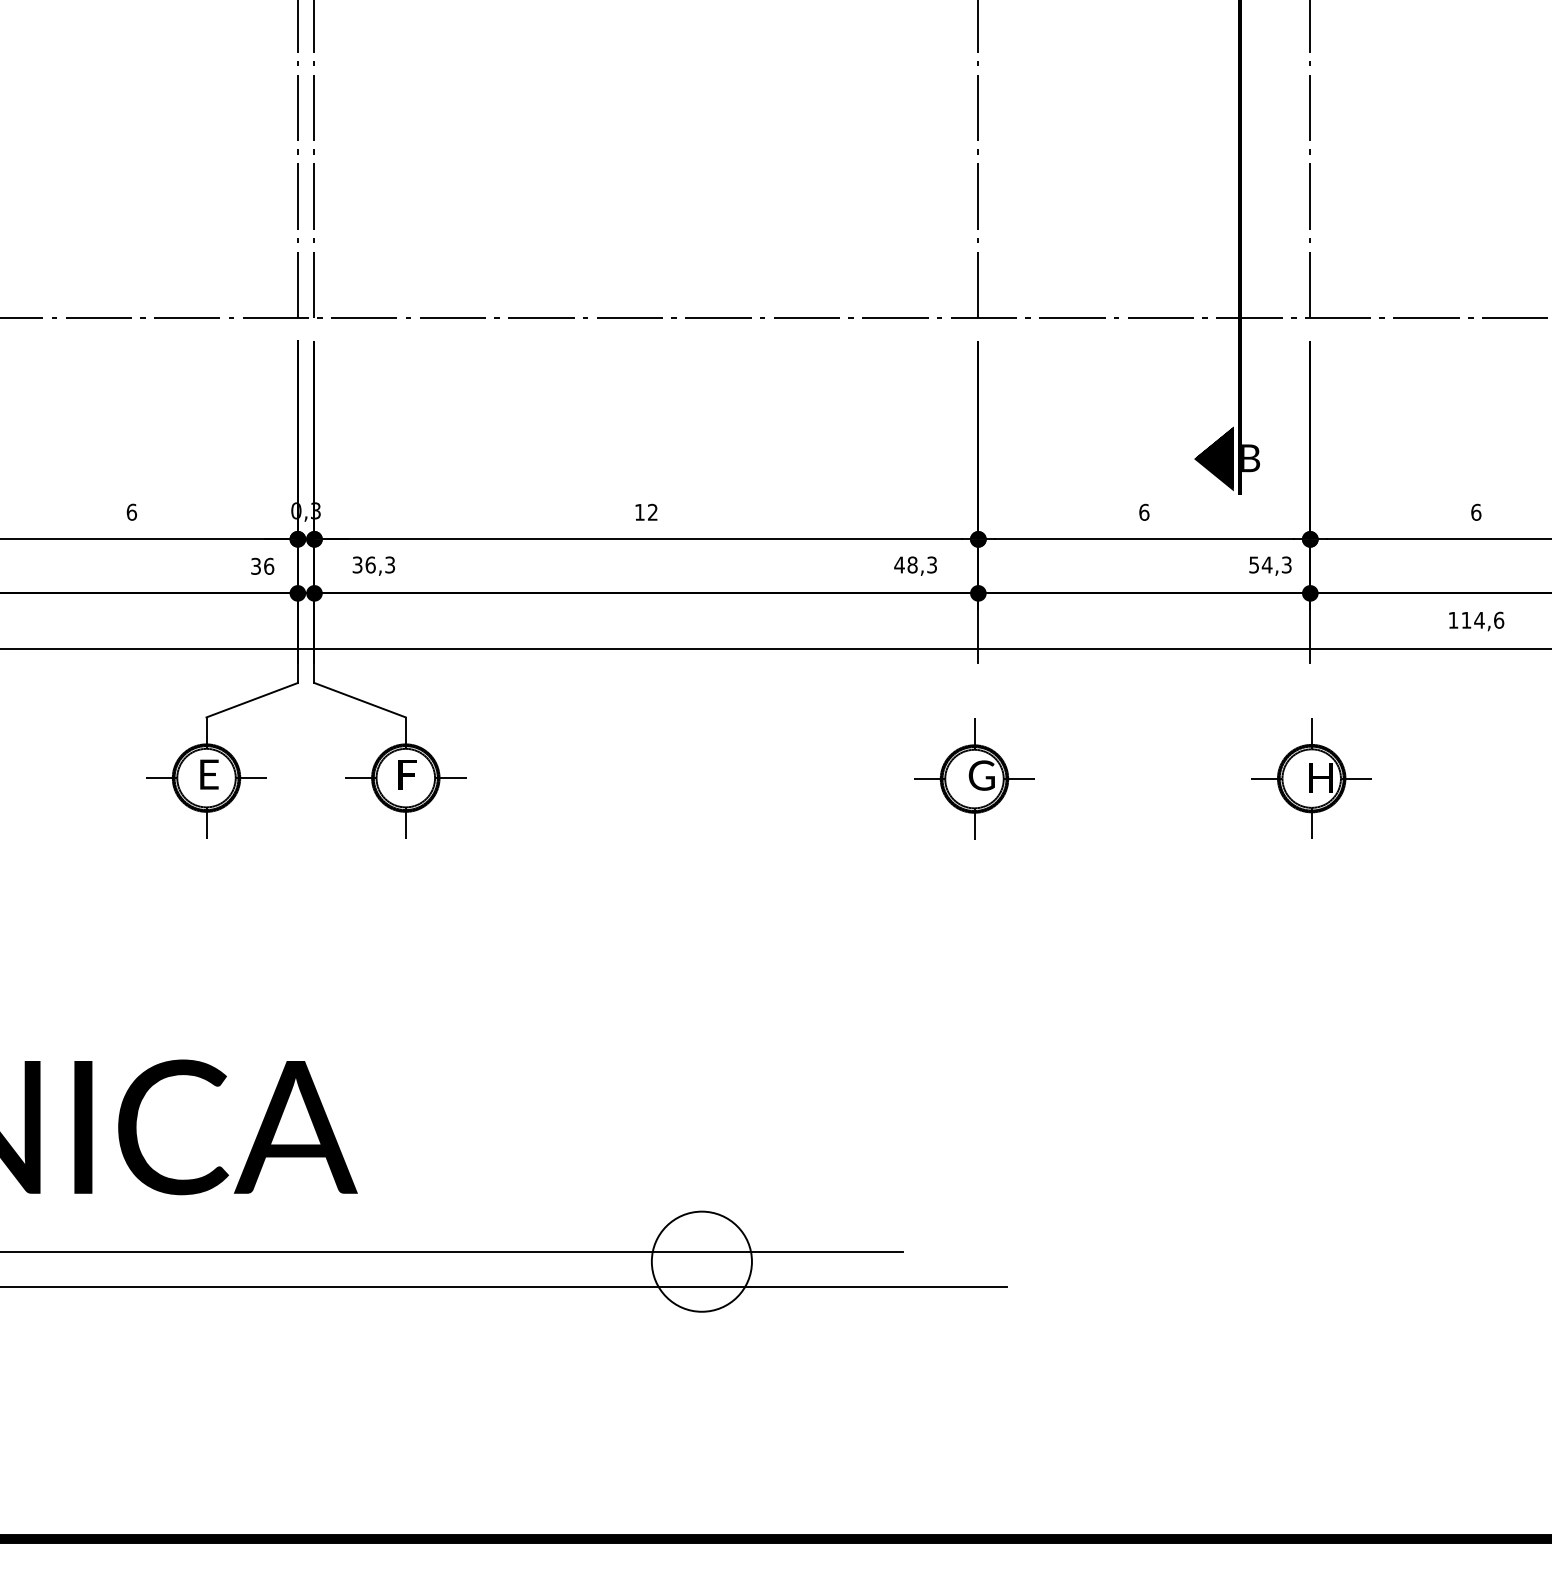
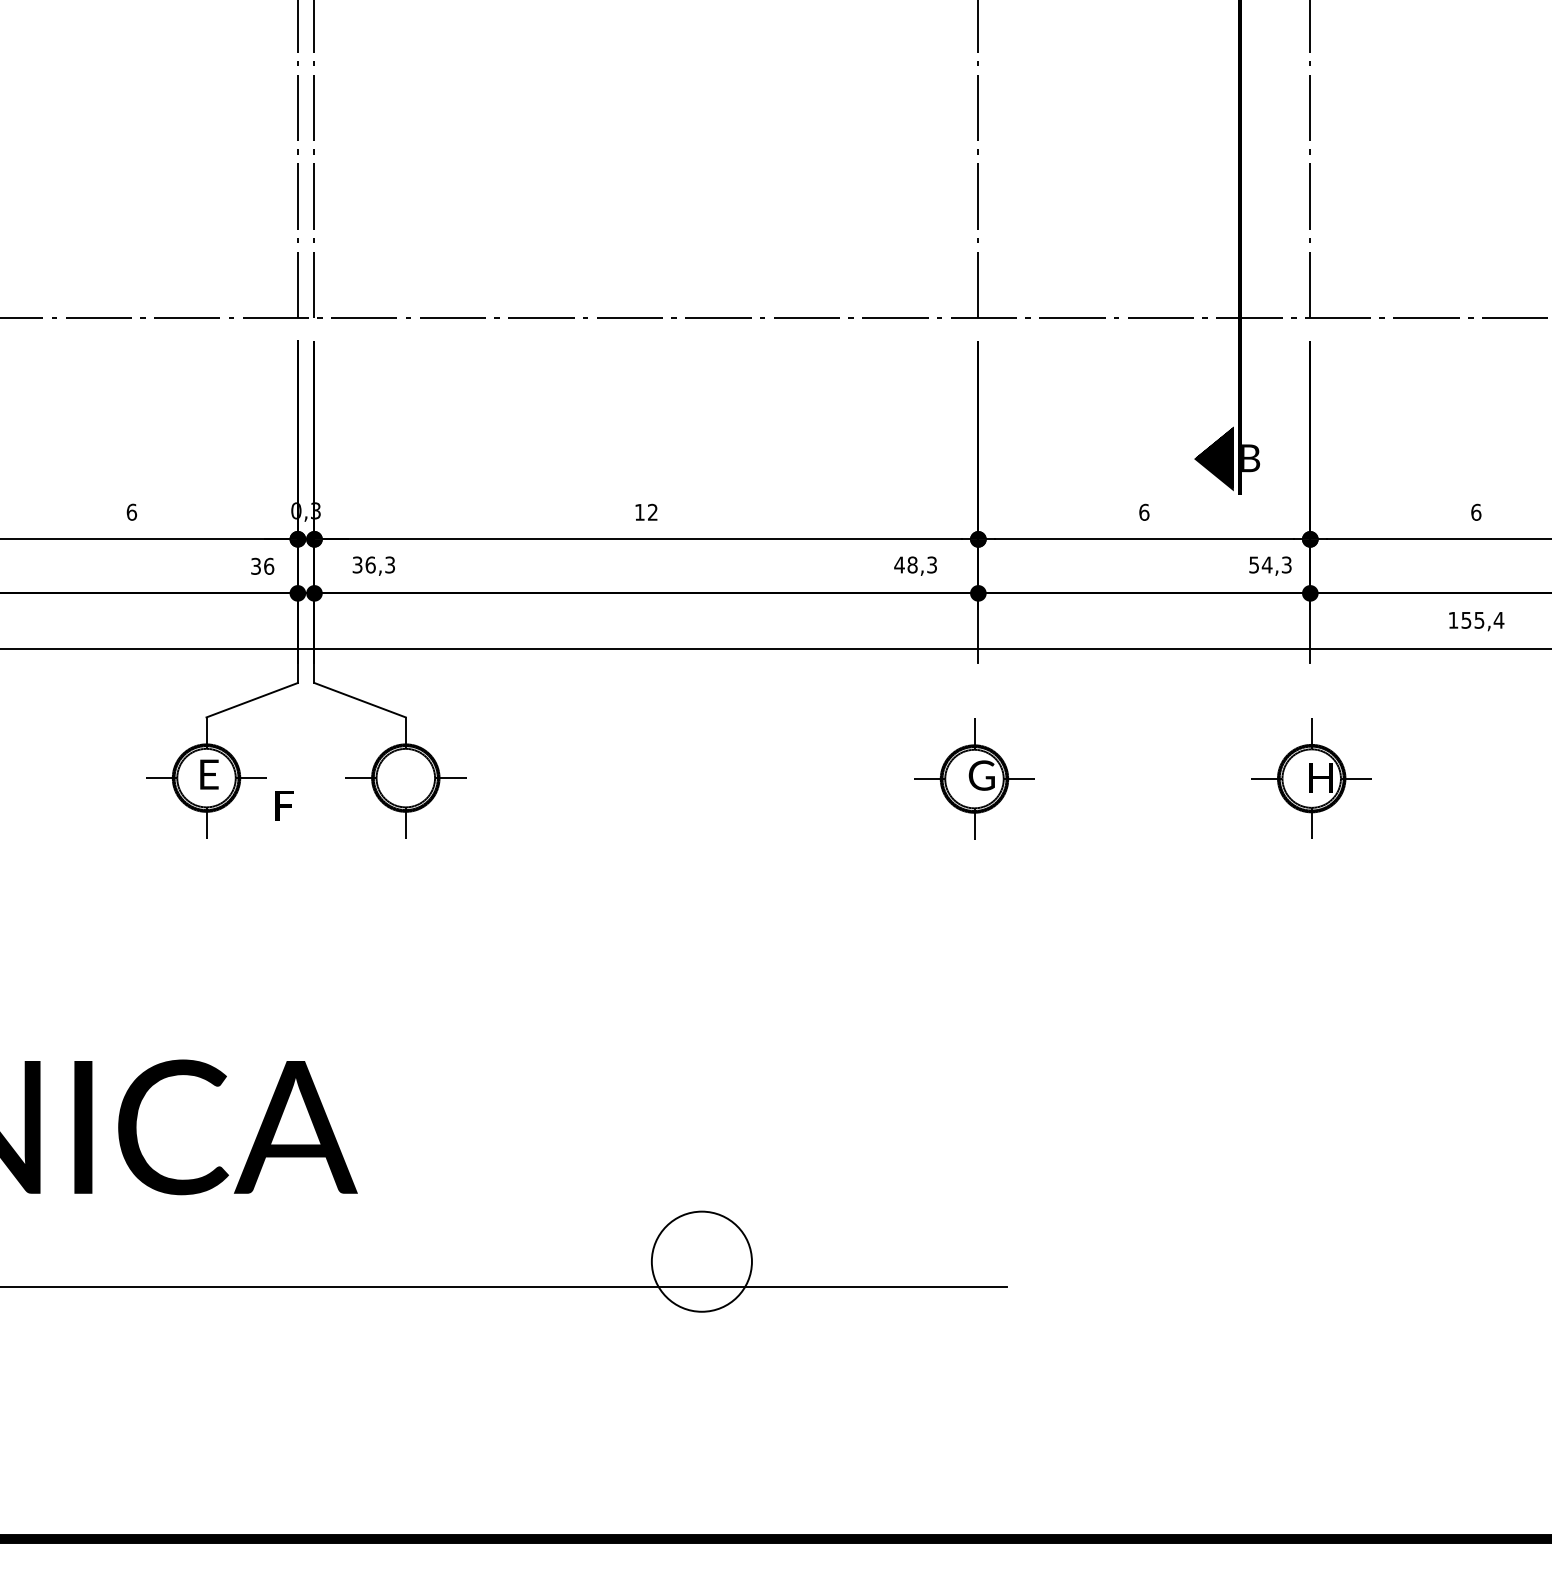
text at (1482, 619): 114,6 -> 155,4
text at (407, 774) position: (407, 774) -> (284, 805)
line at (452, 1251): present -> none
